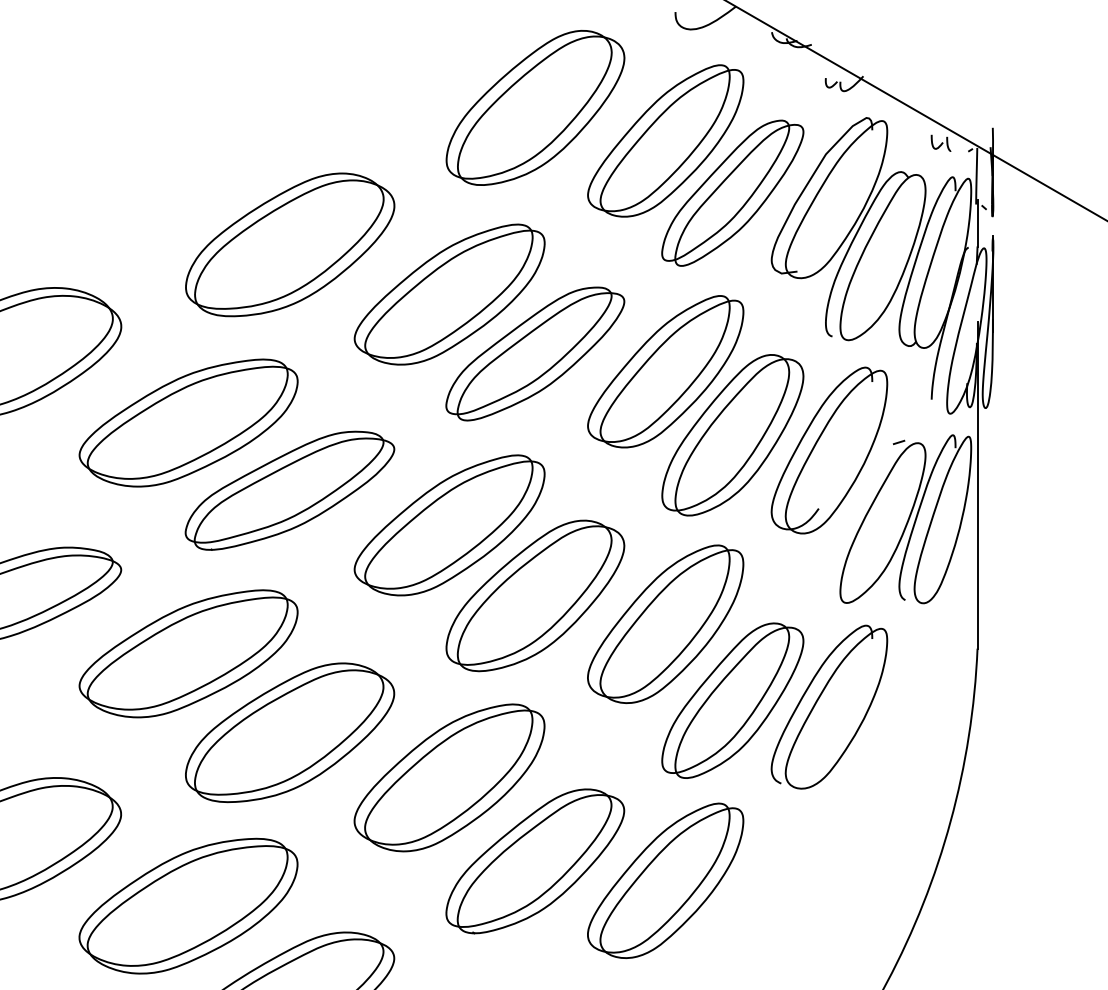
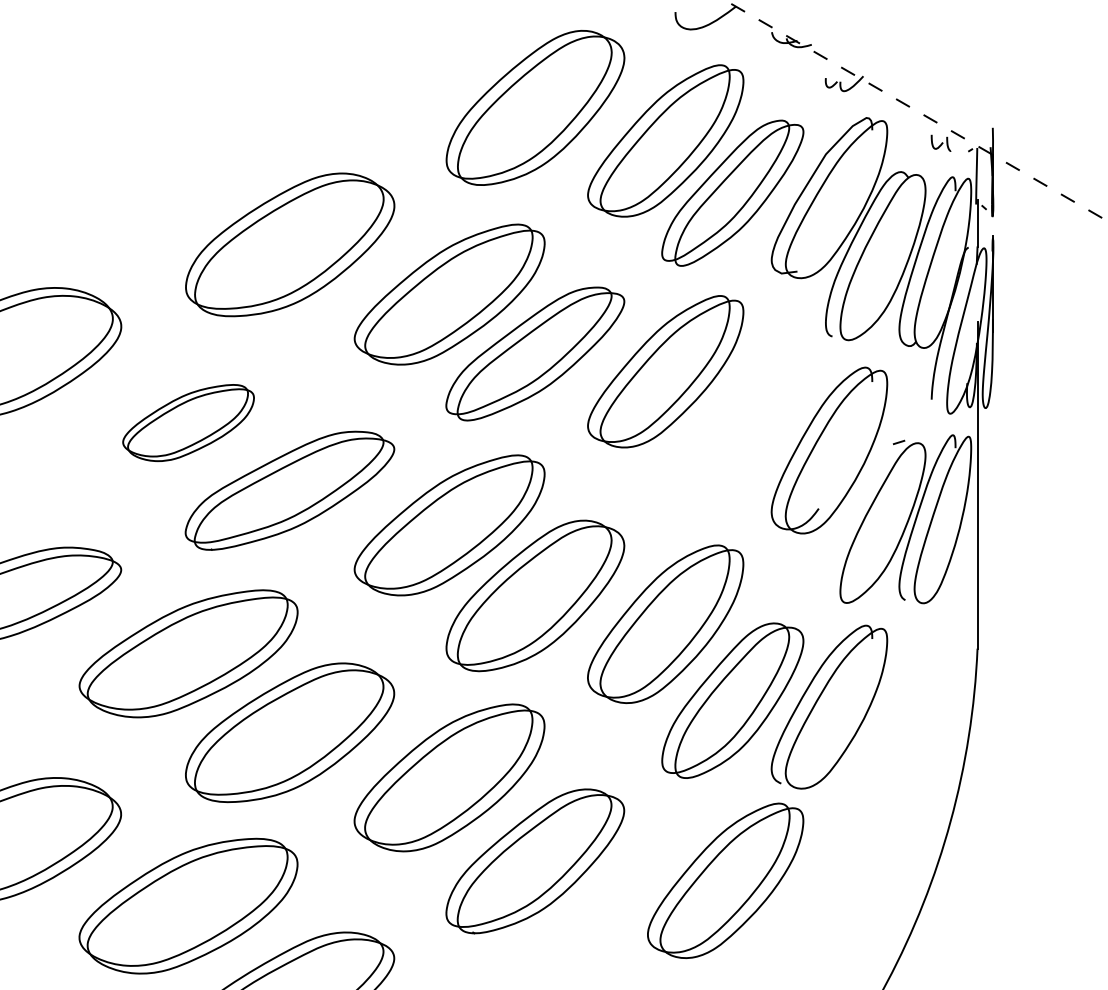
line at (916, 110): solid -> dashed
part at (188, 422) size: 221x130 px -> 133x79 px
part at (732, 435): present -> none
part at (665, 880) position: (665, 880) -> (725, 880)
